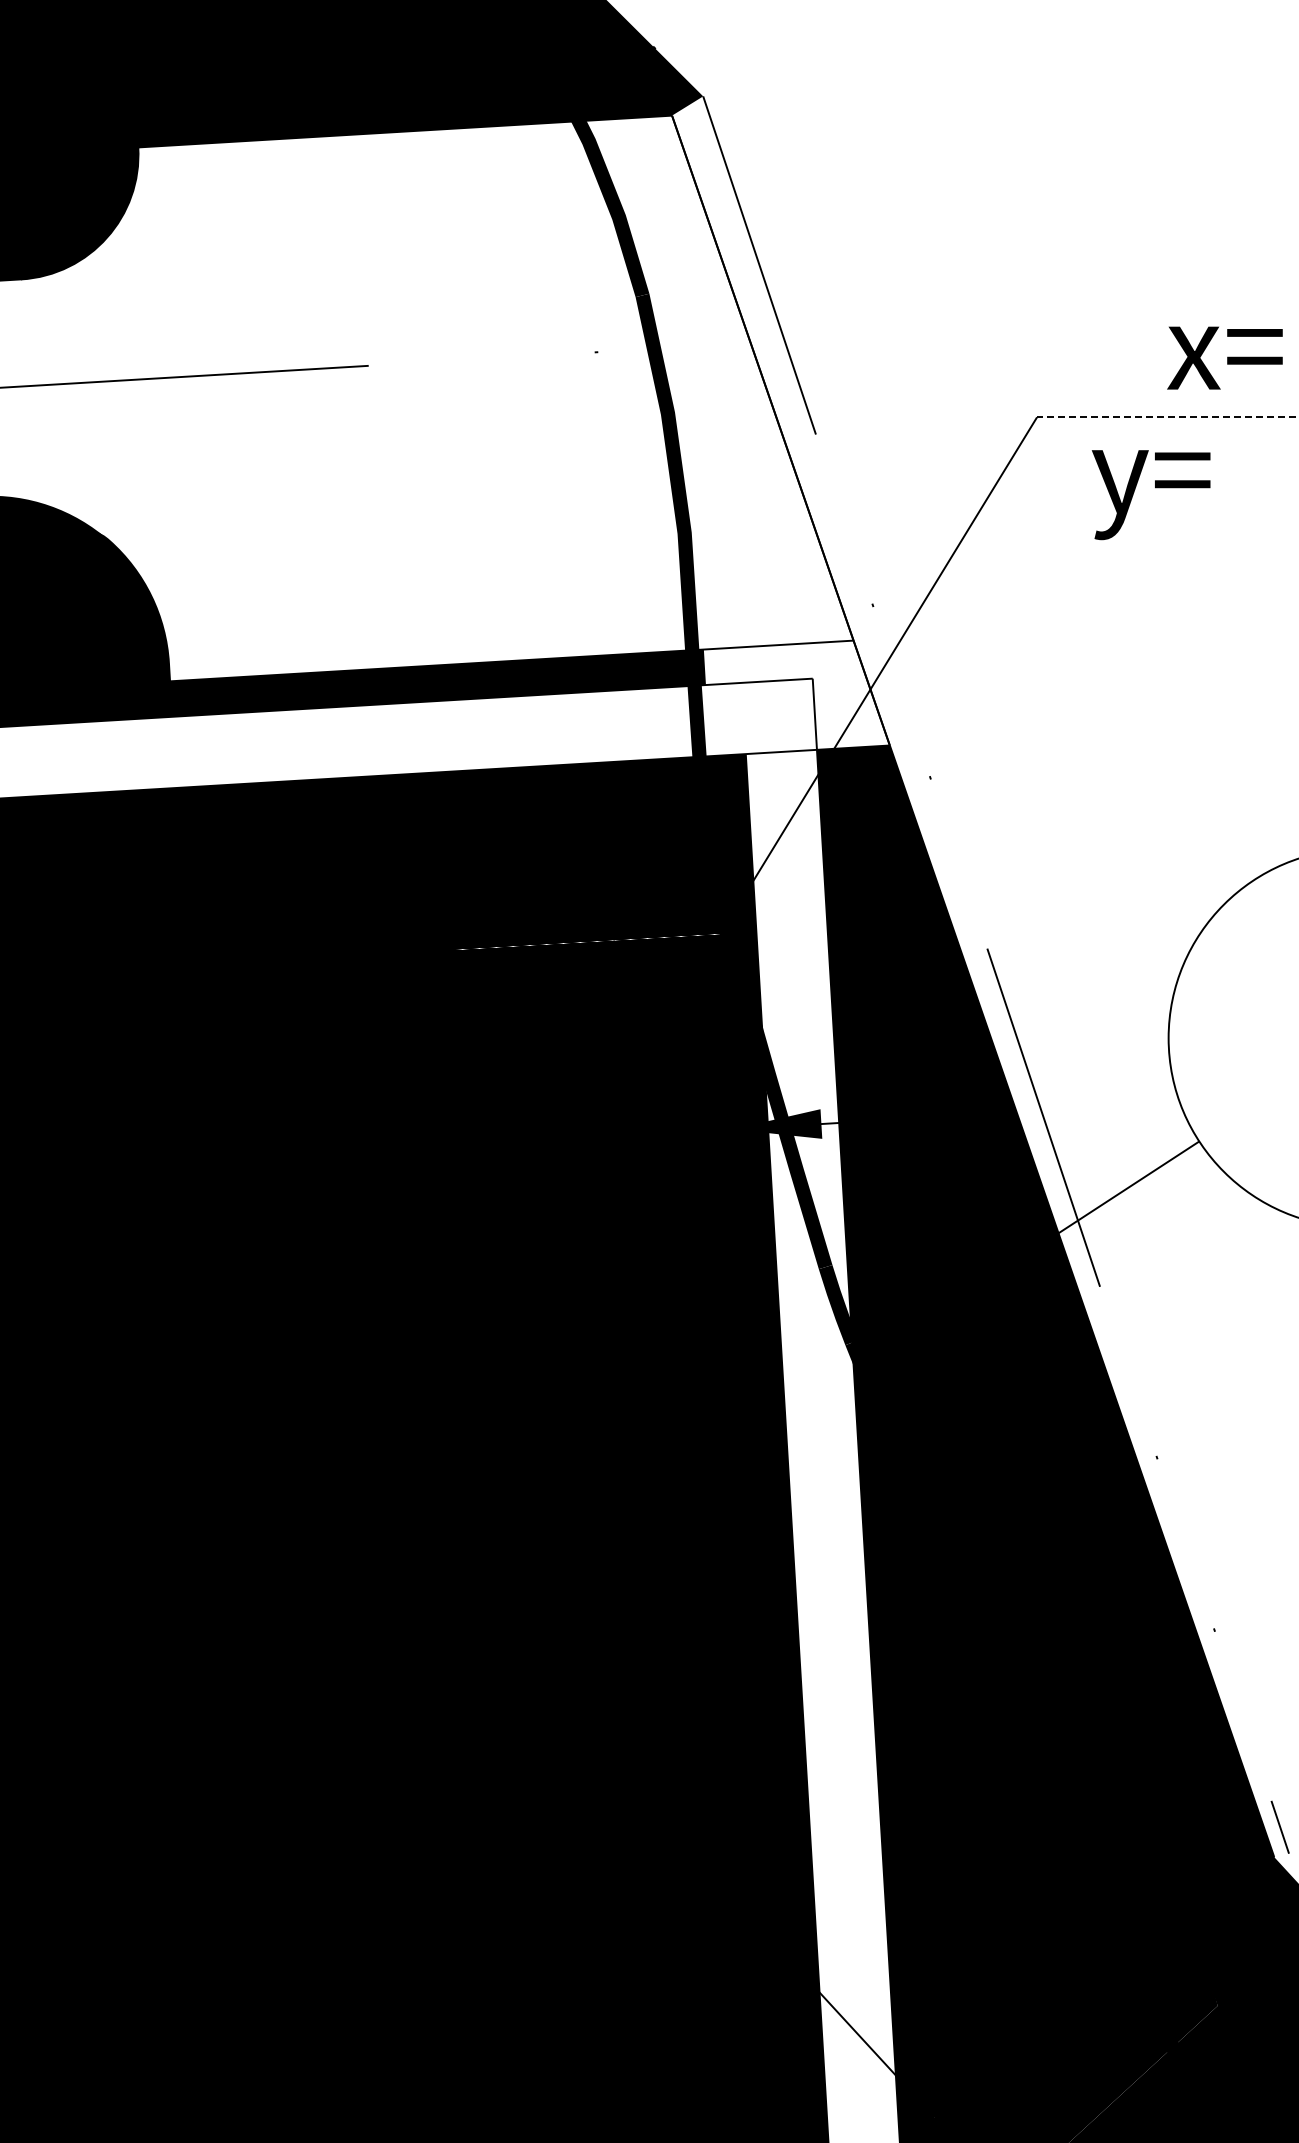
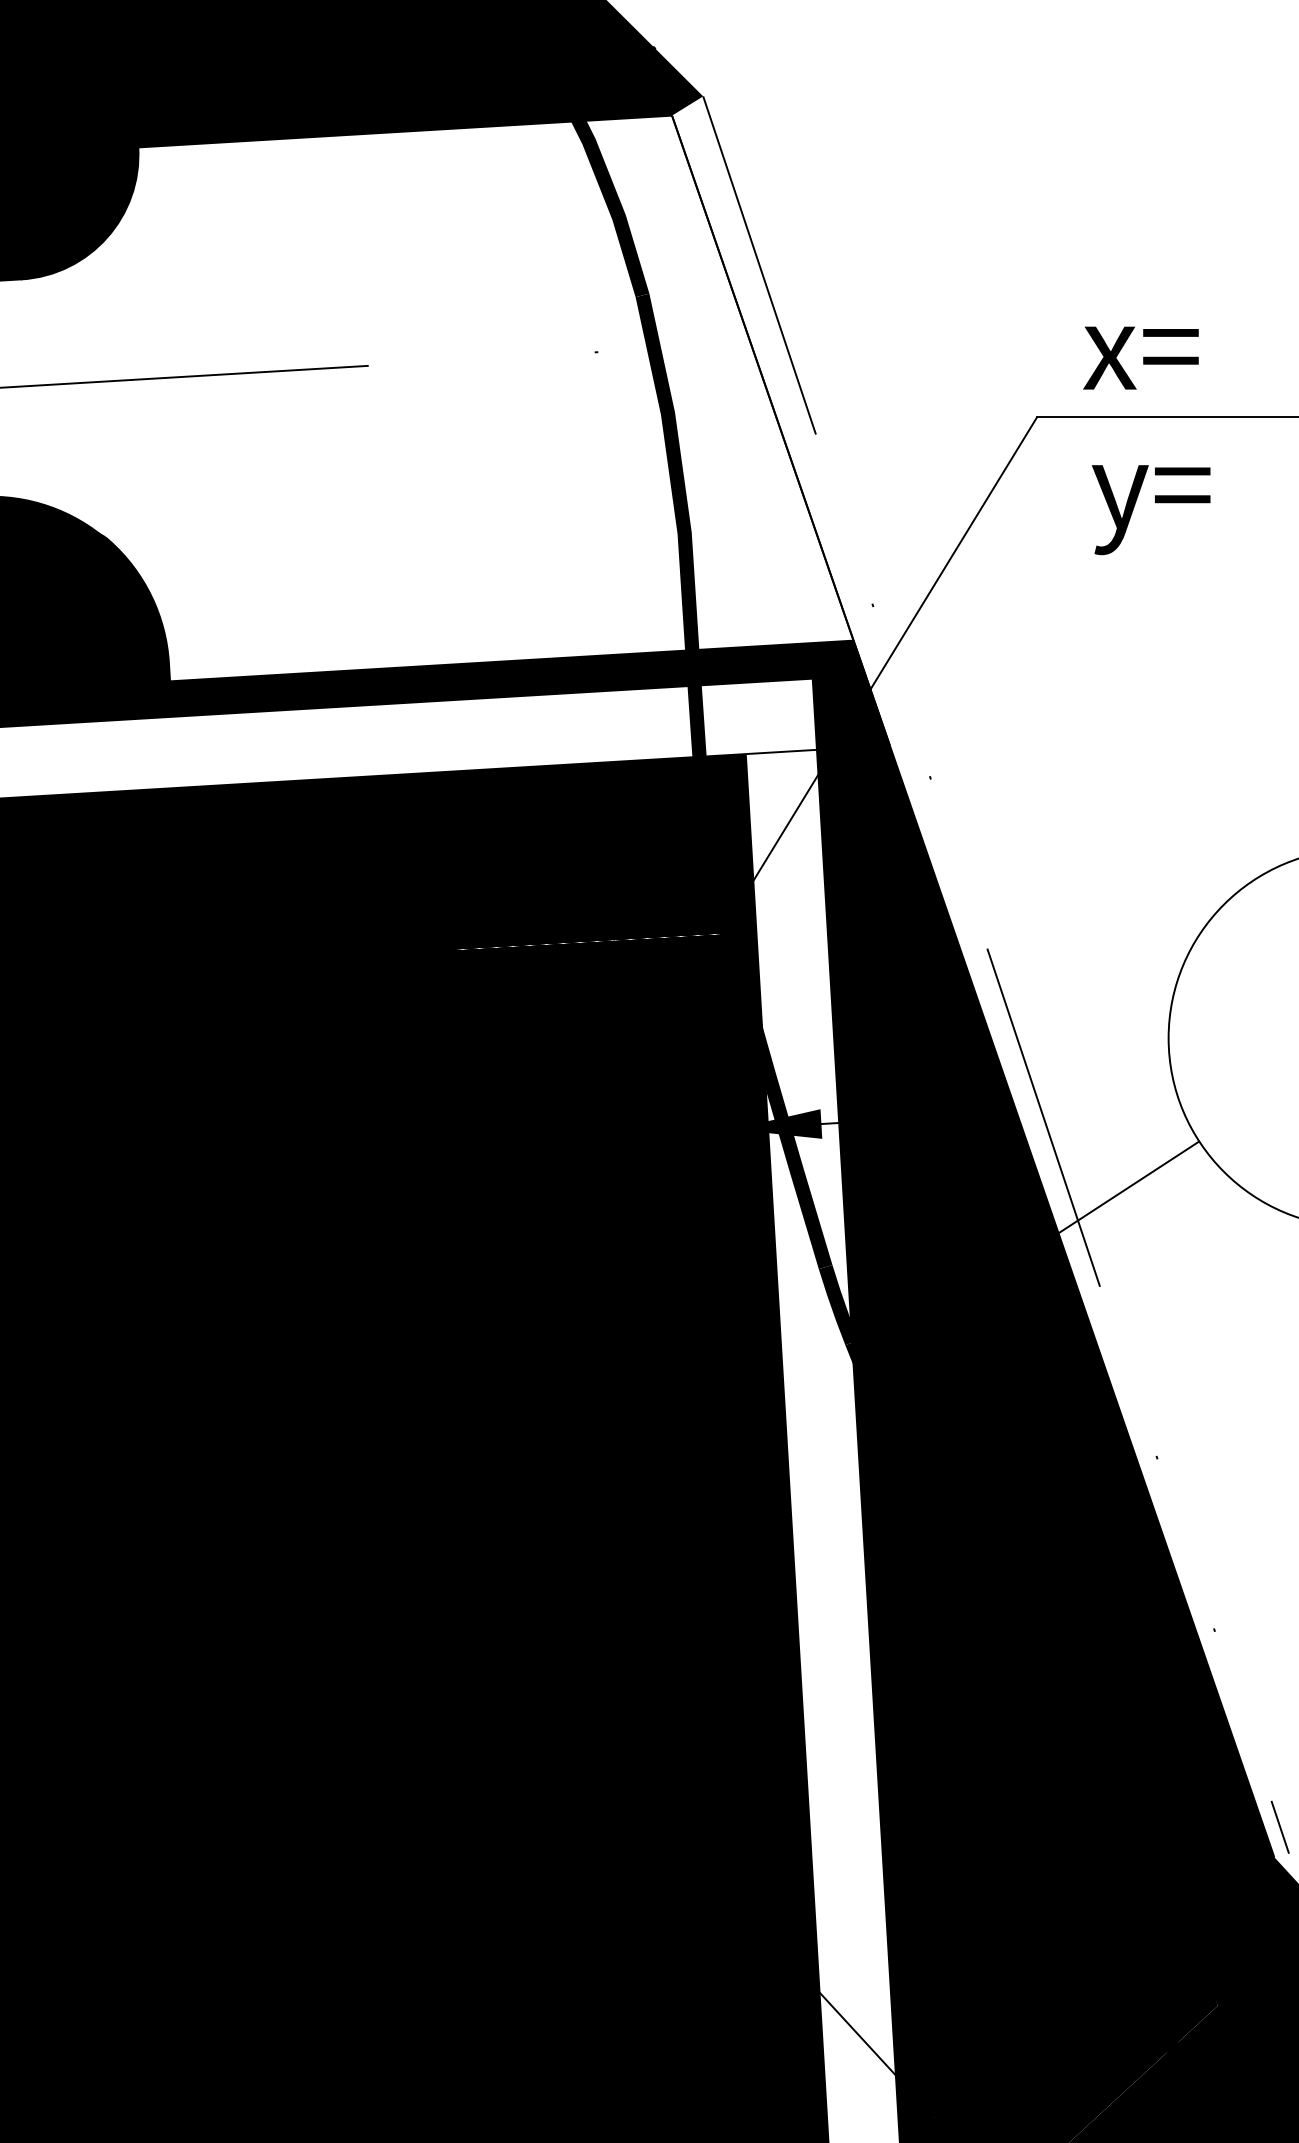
text at (1224, 357) position: (1224, 357) -> (1140, 357)
line at (1167, 417): dashed -> solid
text at (1150, 495) position: (1150, 495) -> (1150, 510)
fill at (793, 694): none -> present
